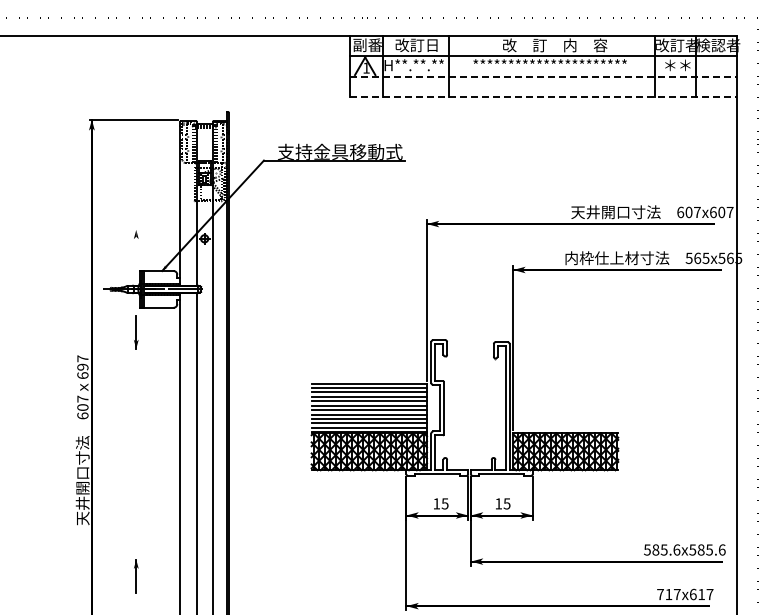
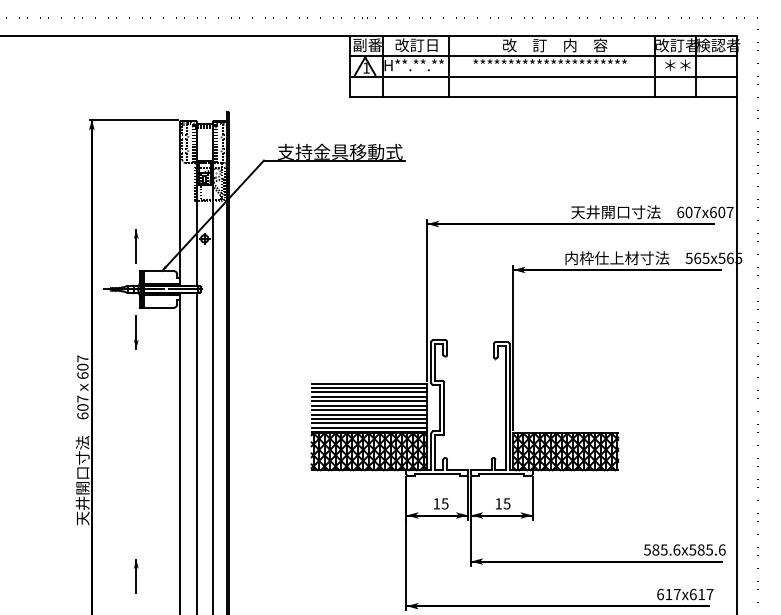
line at (543, 76): dashed -> solid
line at (543, 97): dashed -> solid
line at (136, 245): none -> present
text at (82, 366): 697 -> 607
text at (660, 594): 717x617 -> 617x617
